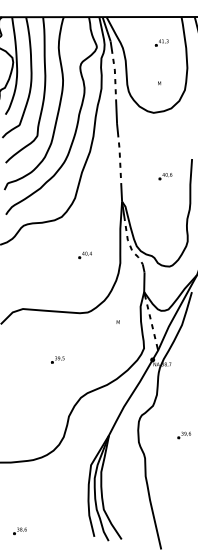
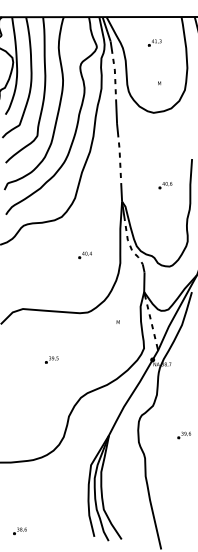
part at (161, 42) position: (161, 42) -> (154, 42)
part at (165, 176) position: (165, 176) -> (165, 185)
part at (57, 359) position: (57, 359) -> (51, 359)
